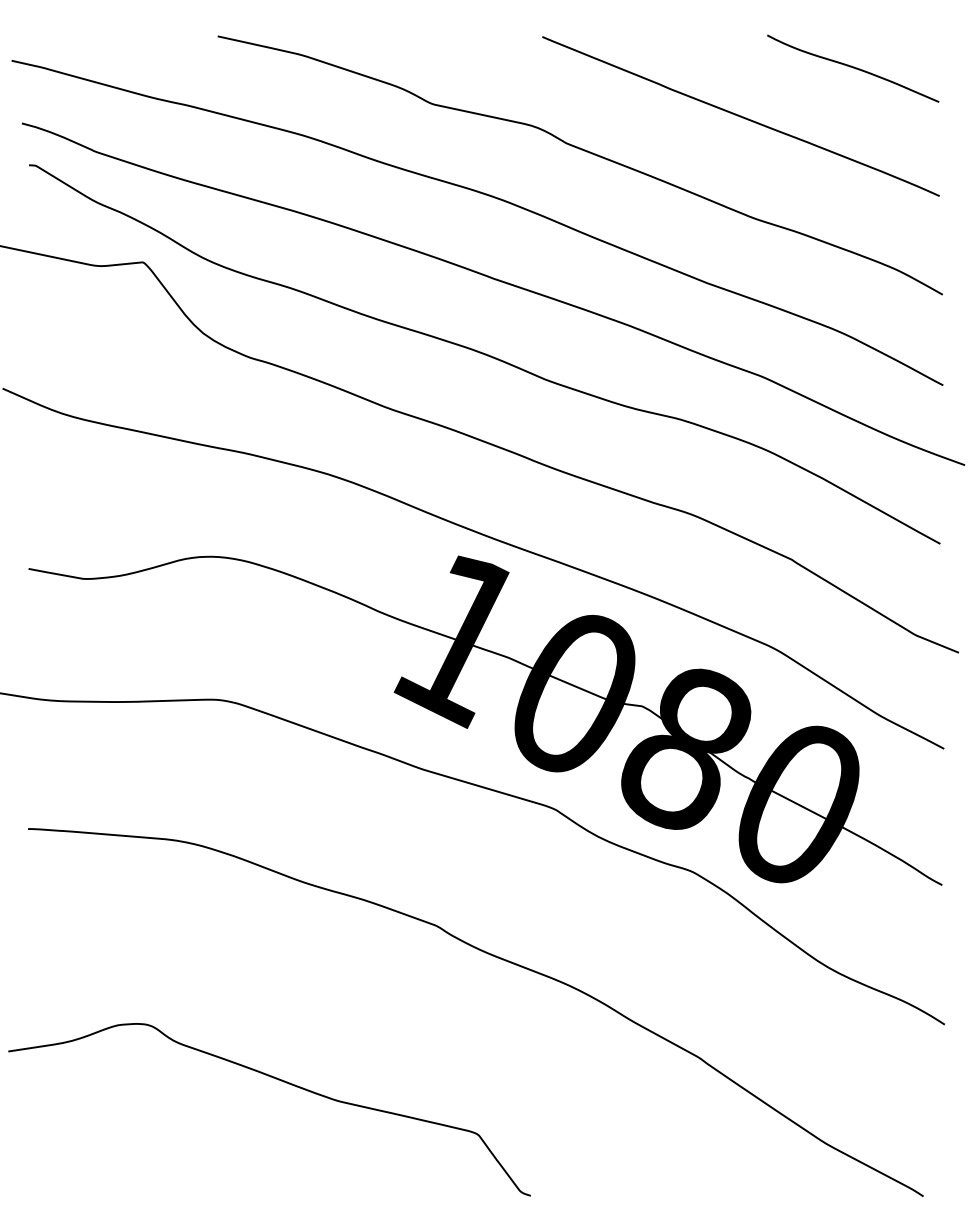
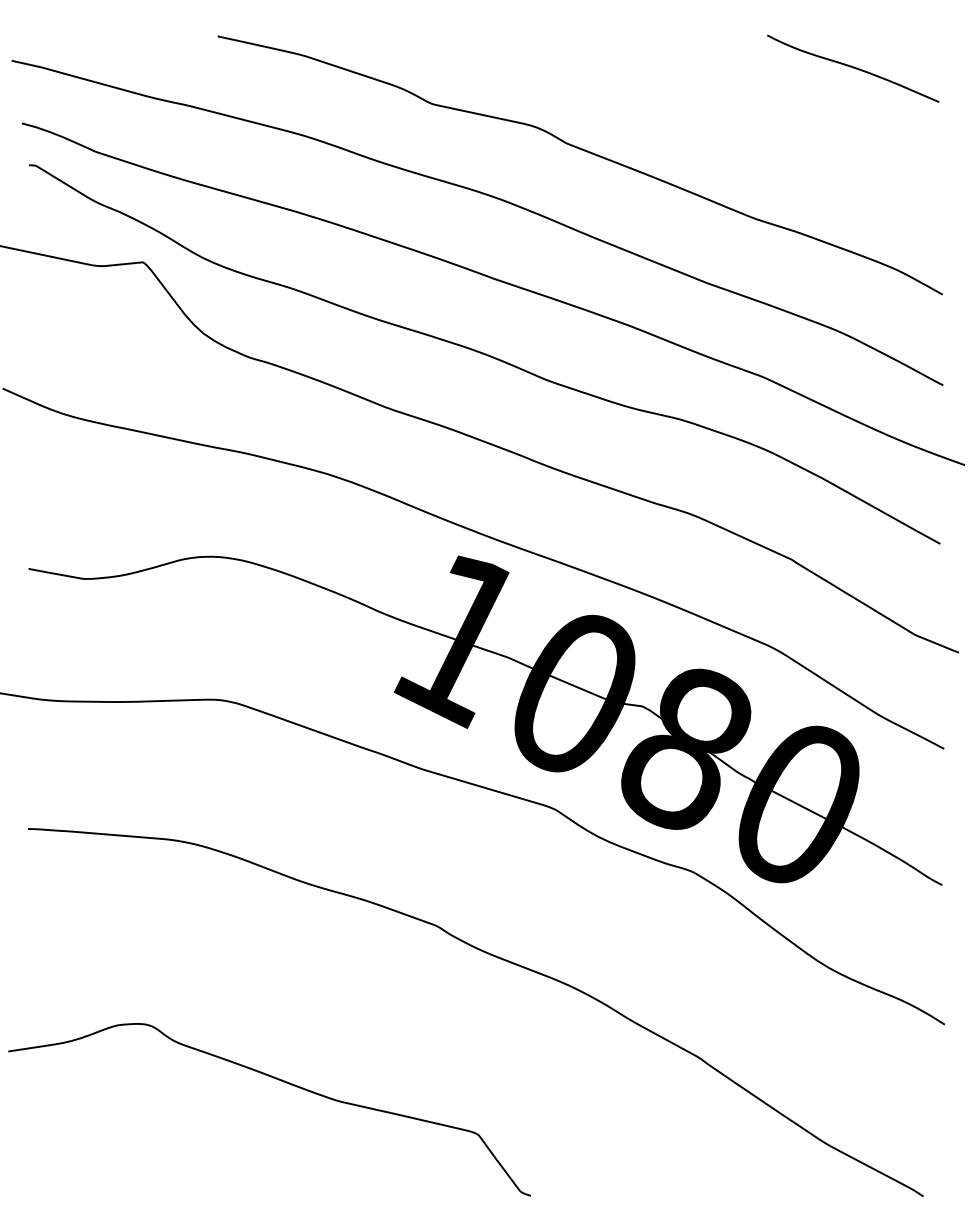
curve at (740, 116): present -> none
